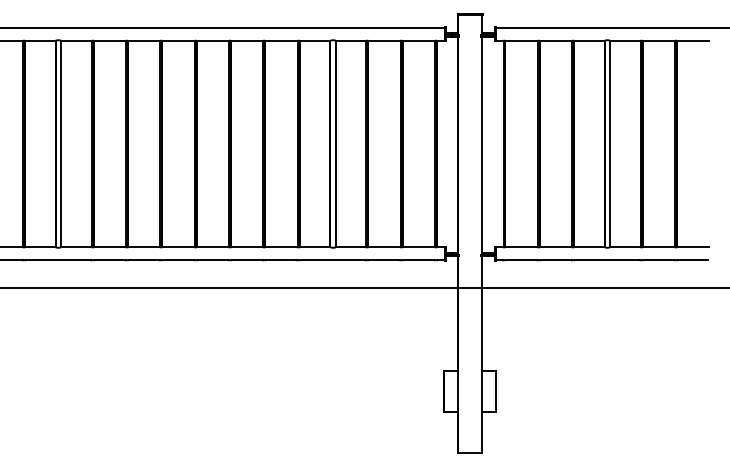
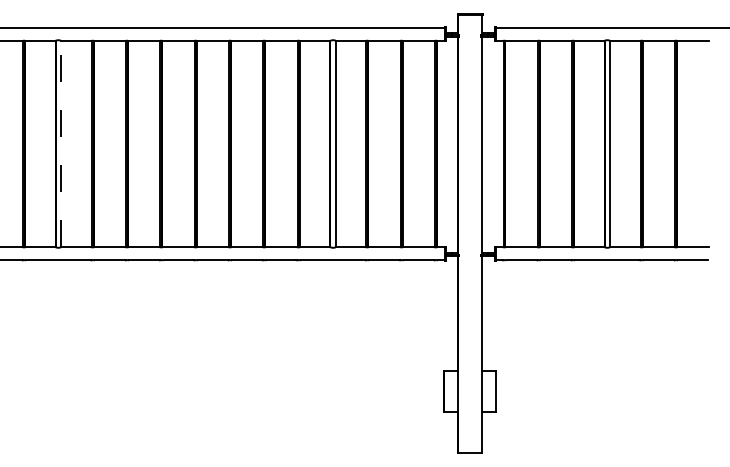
line at (61, 143): solid -> dashed
line at (364, 288): present -> none
